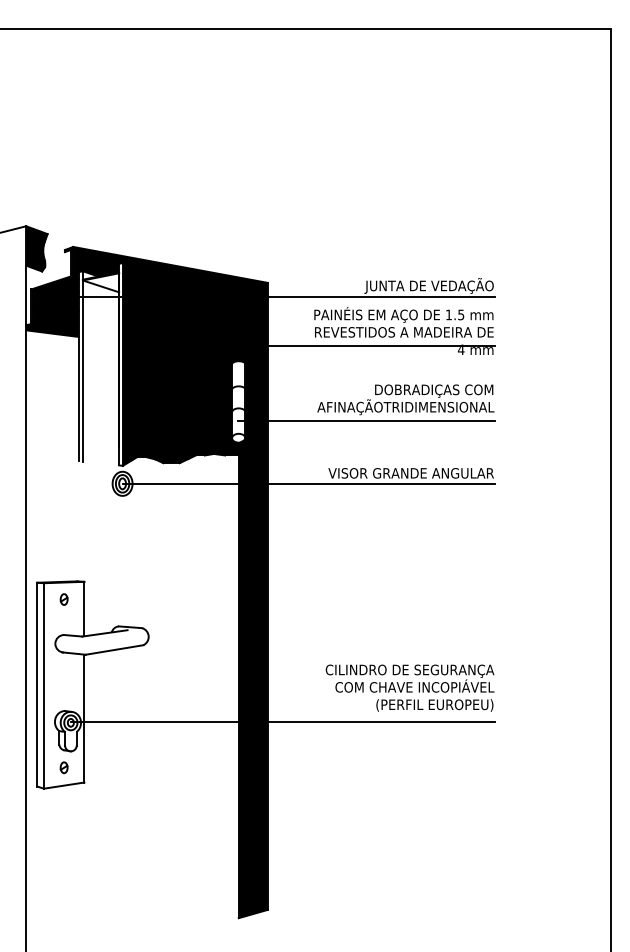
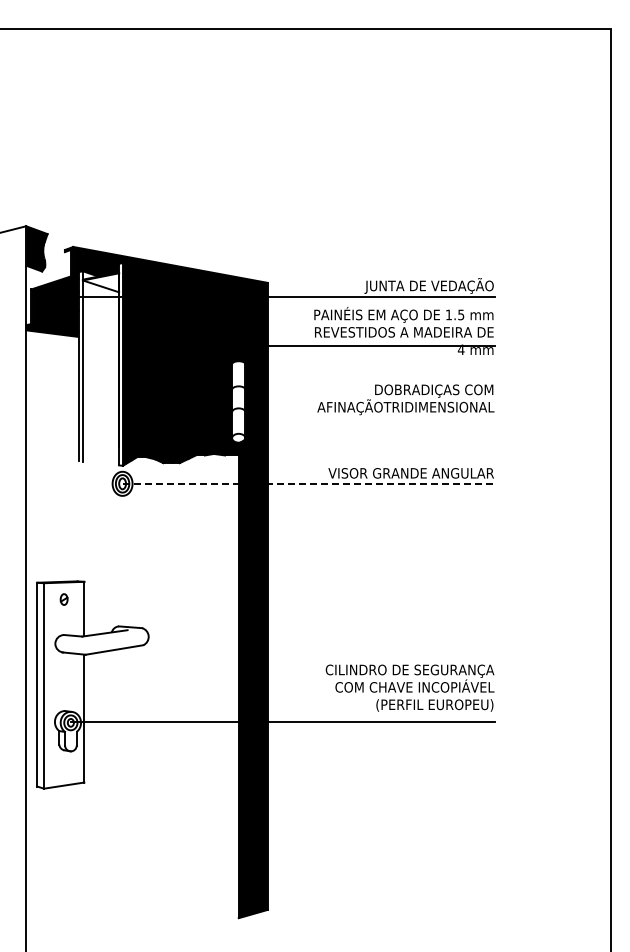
line at (366, 420): present -> none
line at (308, 484): solid -> dashed
part at (63, 767): present -> none
